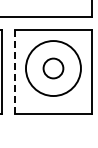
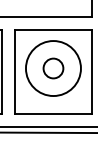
line at (14, 71): dashed -> solid
line at (48, 126): none -> present
line at (48, 132): none -> present
